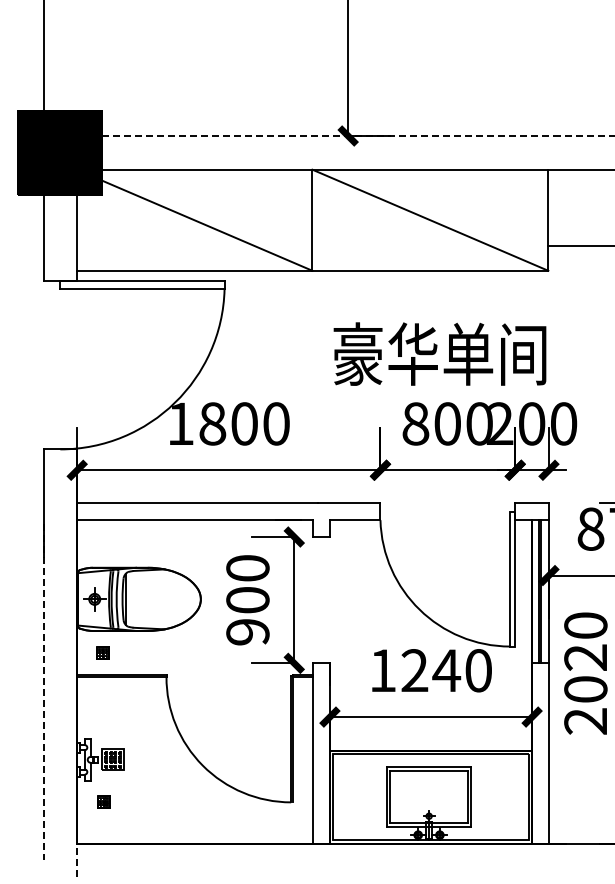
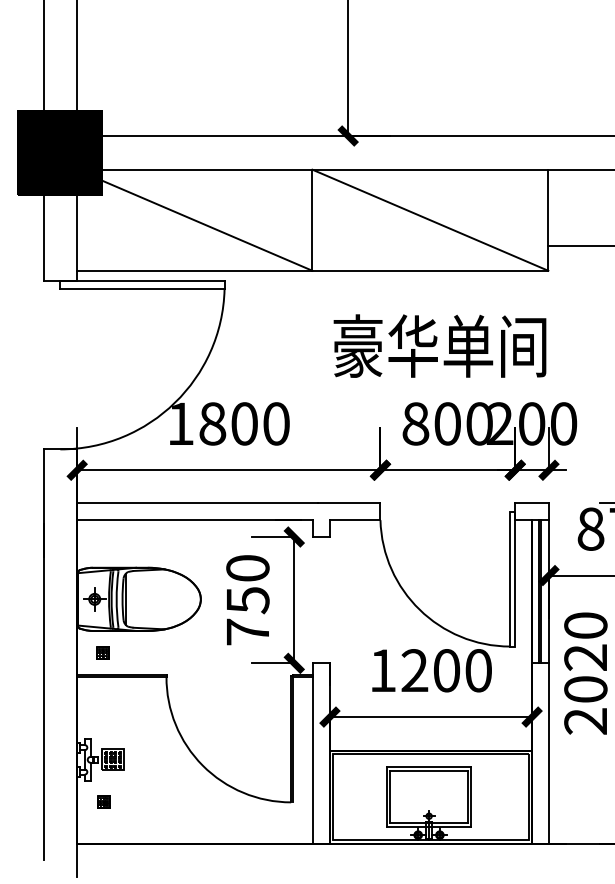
line at (77, 56): none -> present
line at (358, 136): dashed -> solid
text at (439, 353) position: (439, 353) -> (439, 345)
text at (247, 616): 900 -> 750
text at (446, 670): 1240 -> 1200
line at (43, 692): dashed -> solid
line at (77, 860): dashed -> solid
